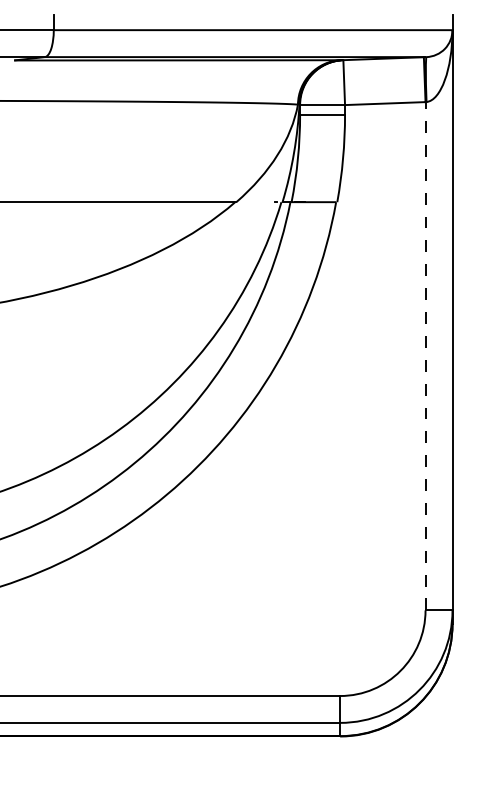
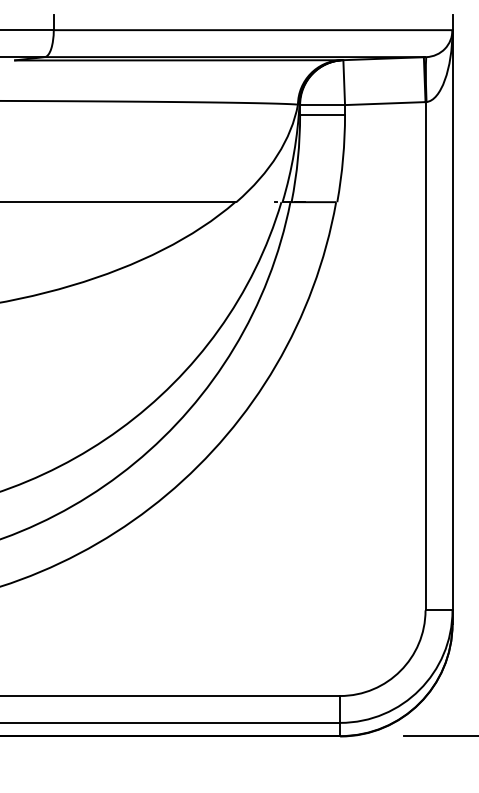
line at (425, 355): dashed -> solid
line at (439, 736): none -> present
